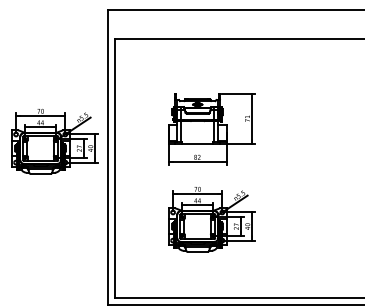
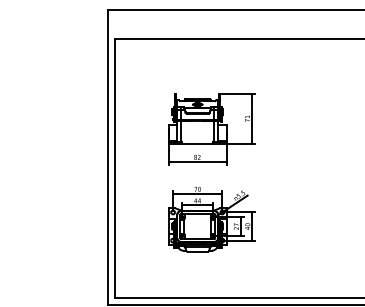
part at (54, 141): present -> none
